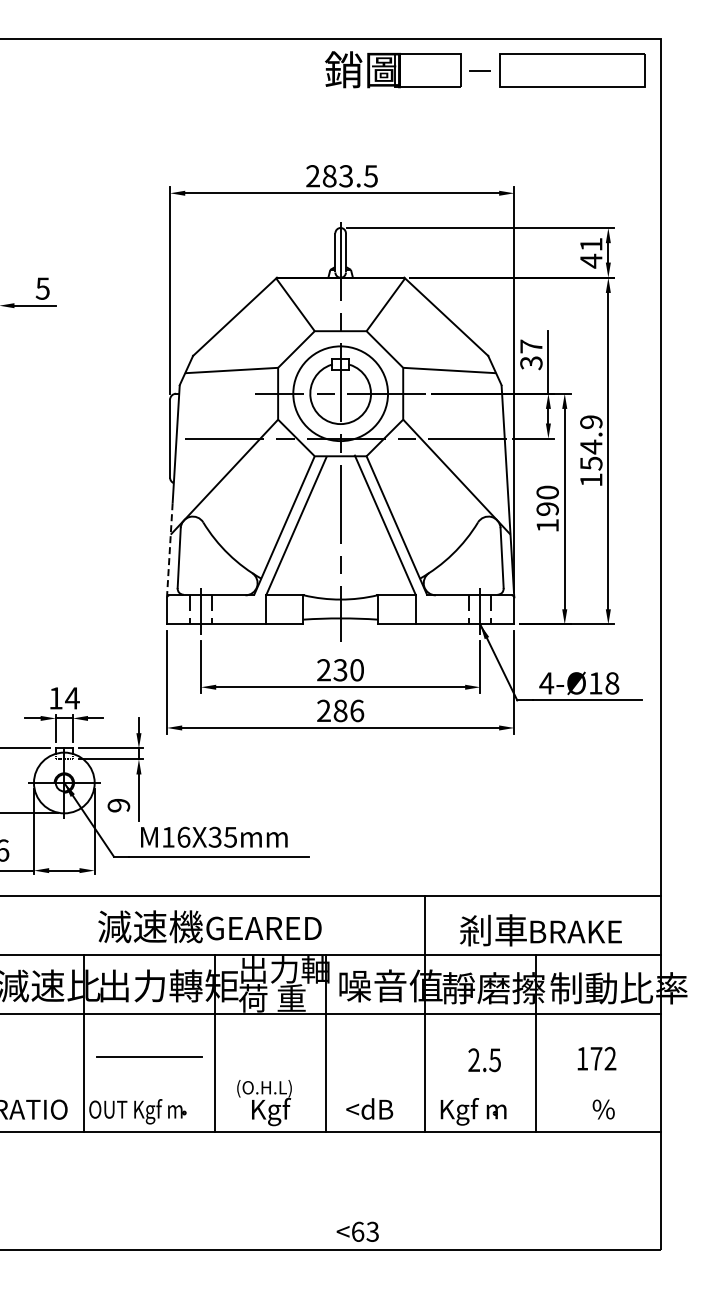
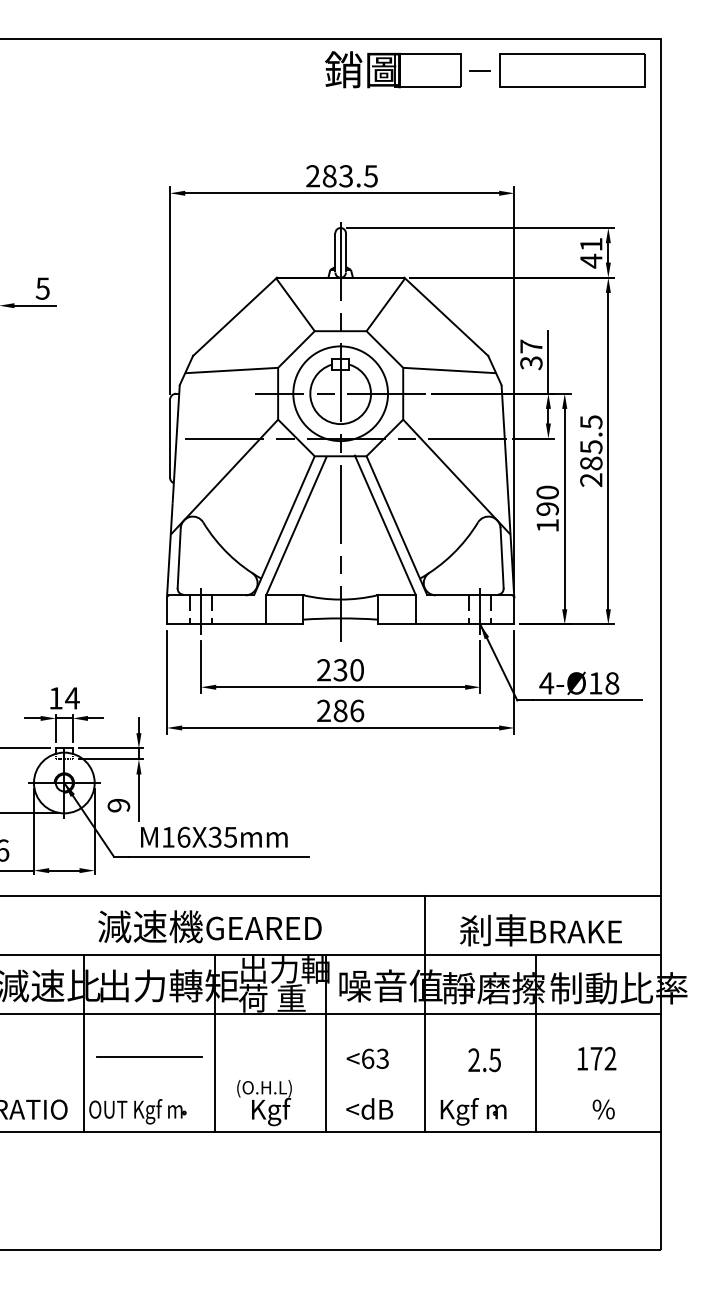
text at (591, 450): 154.9 -> 285.5
line at (169, 550): dashed -> solid
text at (357, 1231) position: (357, 1231) -> (367, 1058)
